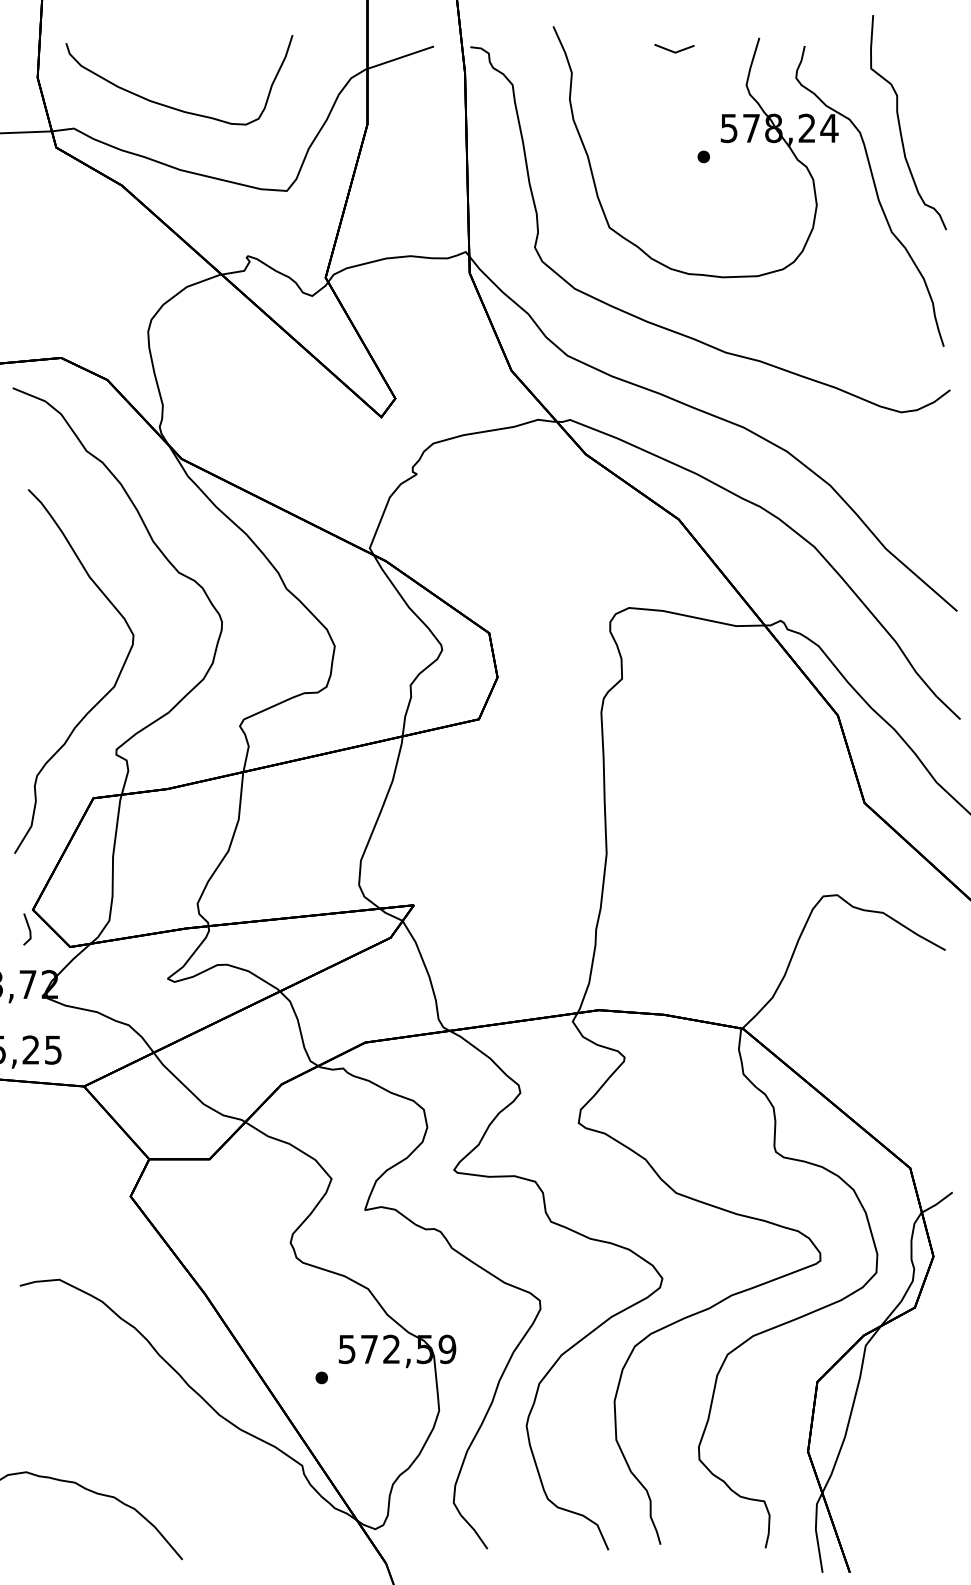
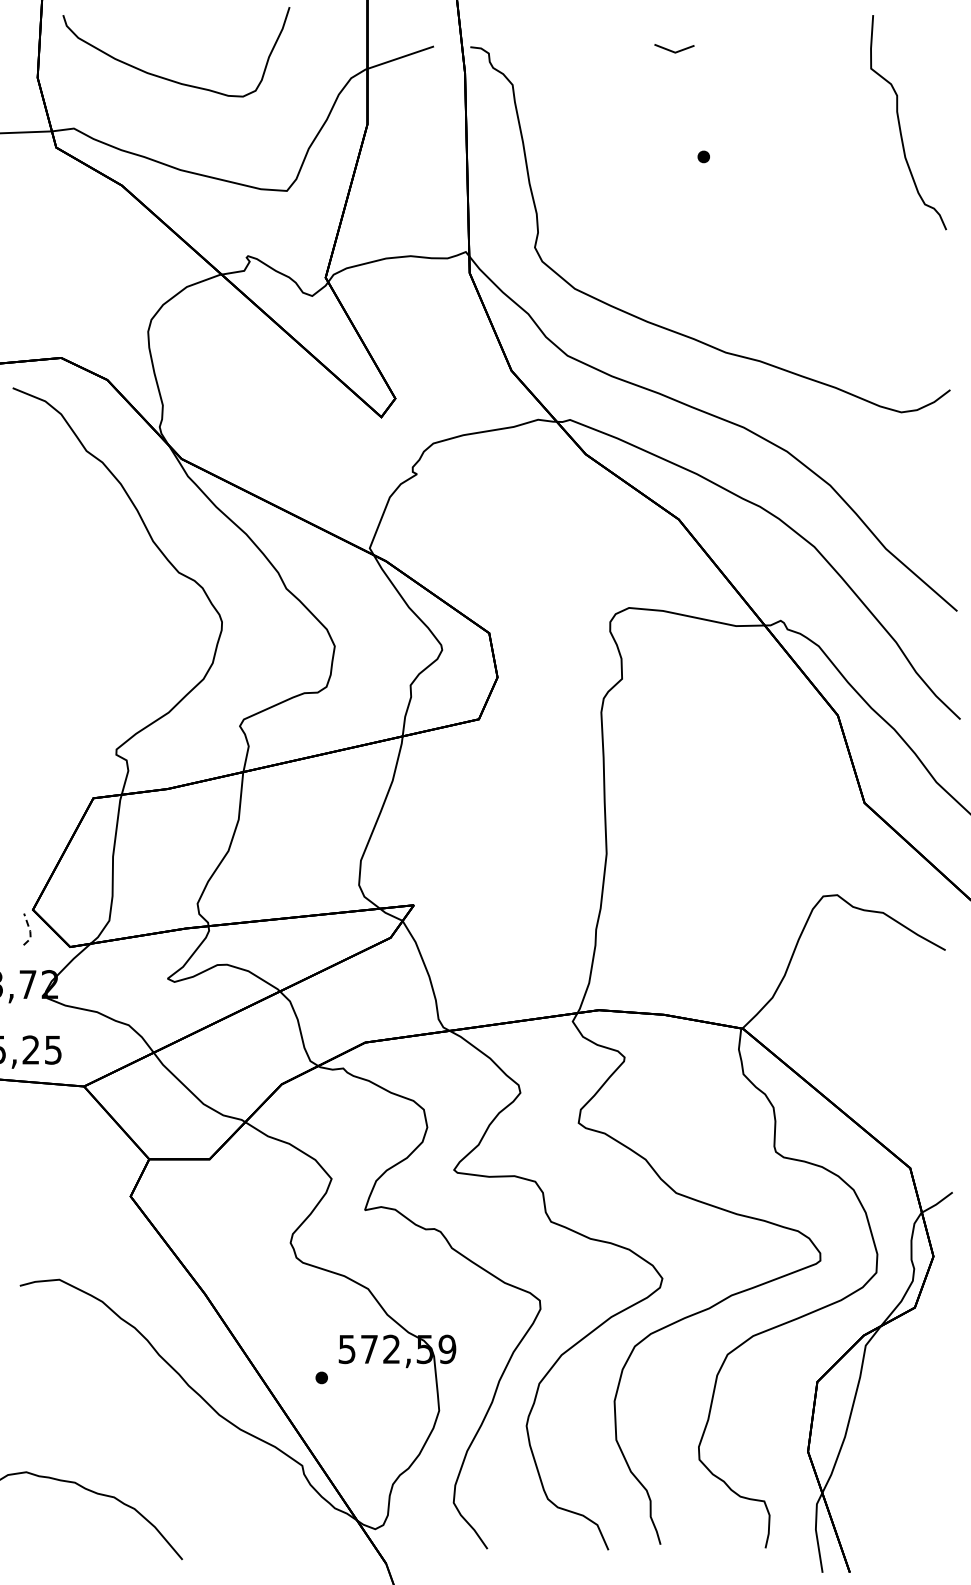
curve at (171, 106) position: (171, 106) -> (168, 78)
part at (748, 142): present -> none
curve at (101, 698): present -> none
line at (30, 931): solid -> dashed
